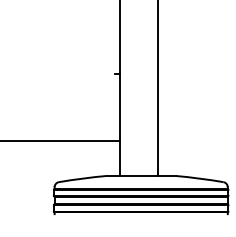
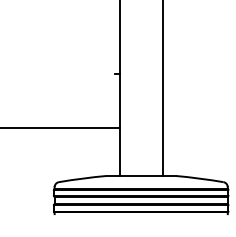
line at (157, 88) position: (157, 88) -> (162, 88)
line at (60, 140) position: (60, 140) -> (60, 127)
